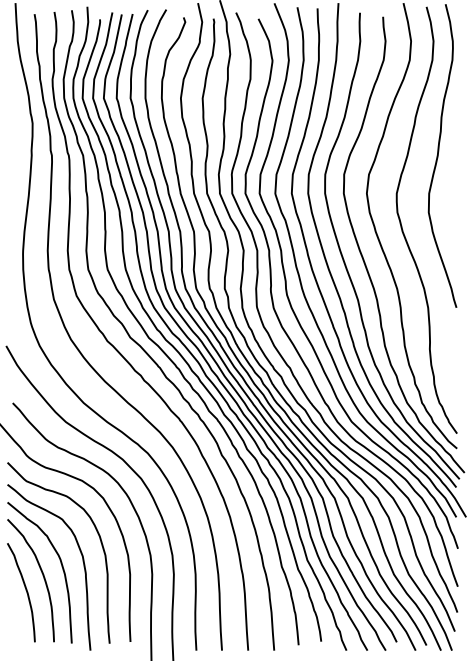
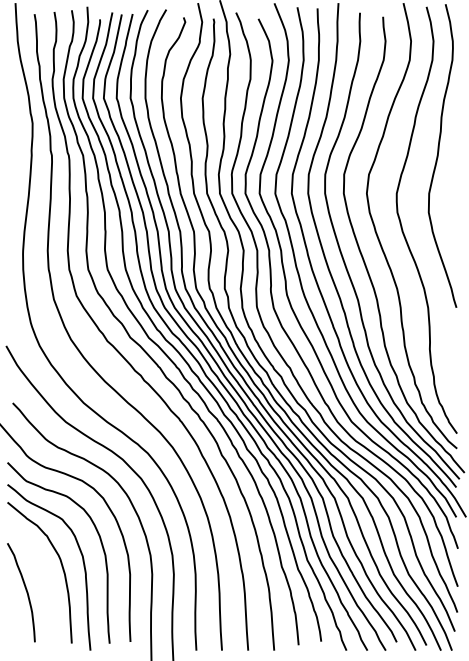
curve at (42, 575): present -> none
